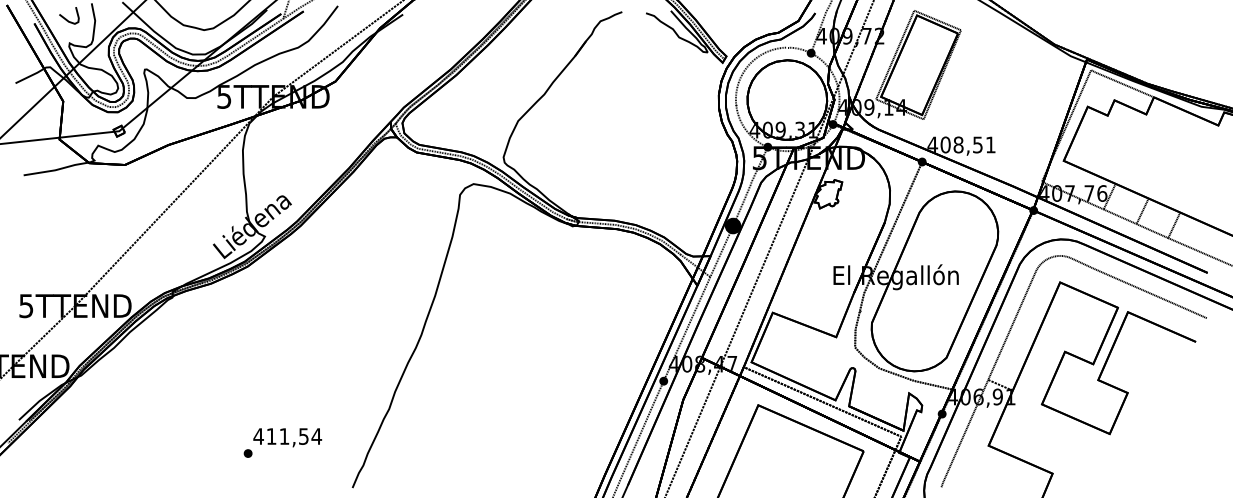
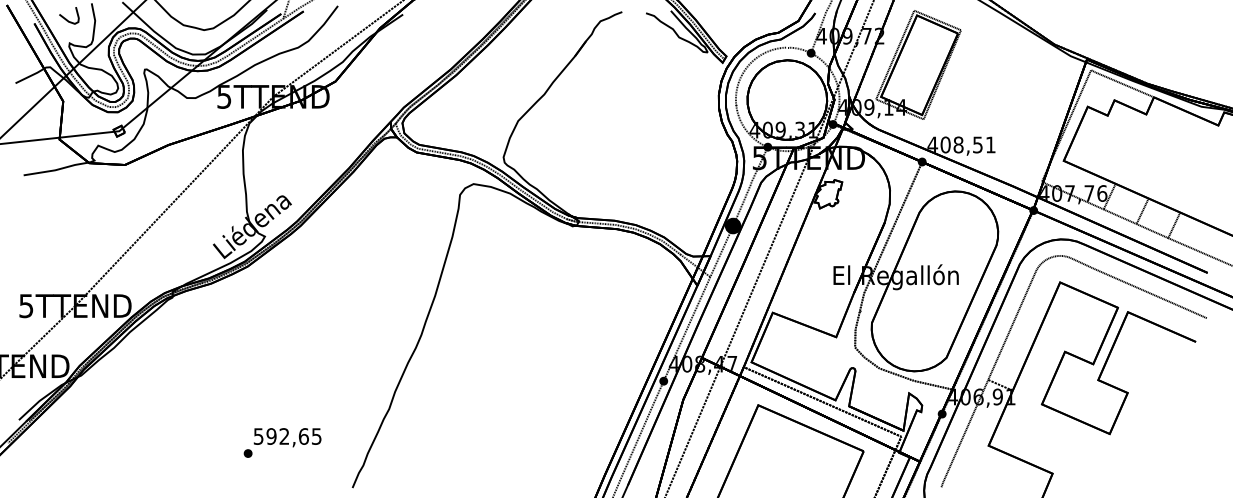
text at (287, 436): 411,54 -> 592,65
